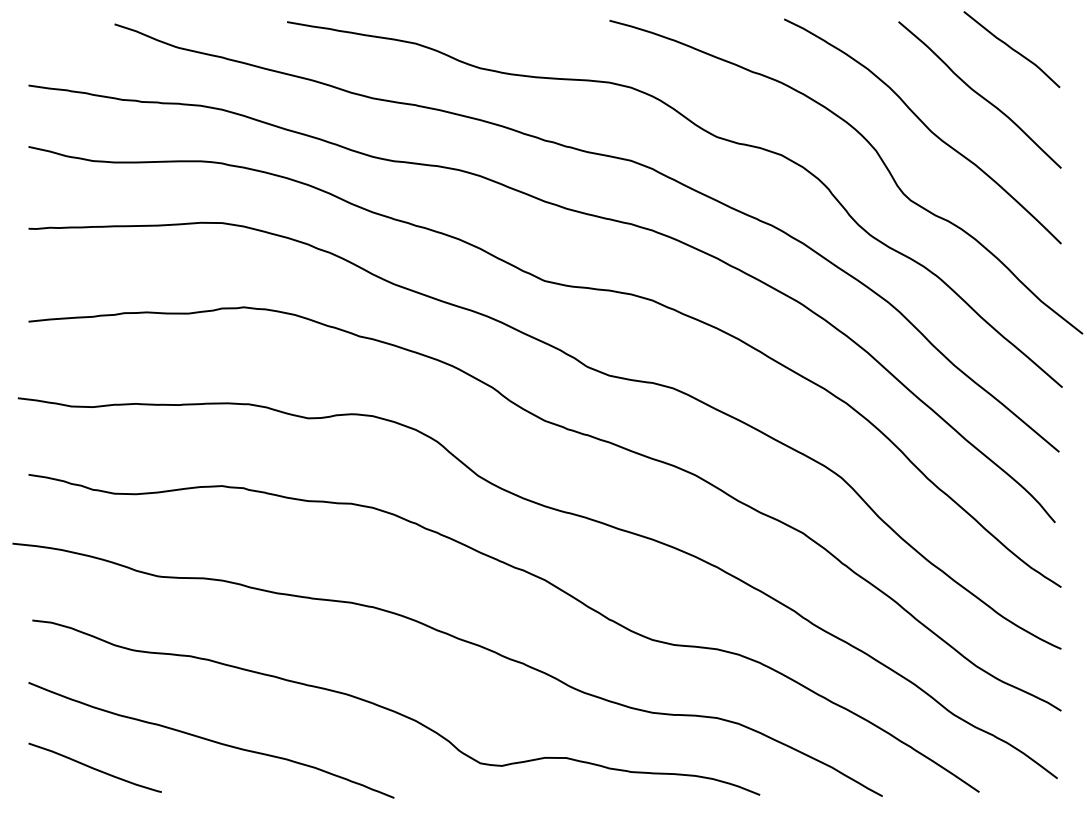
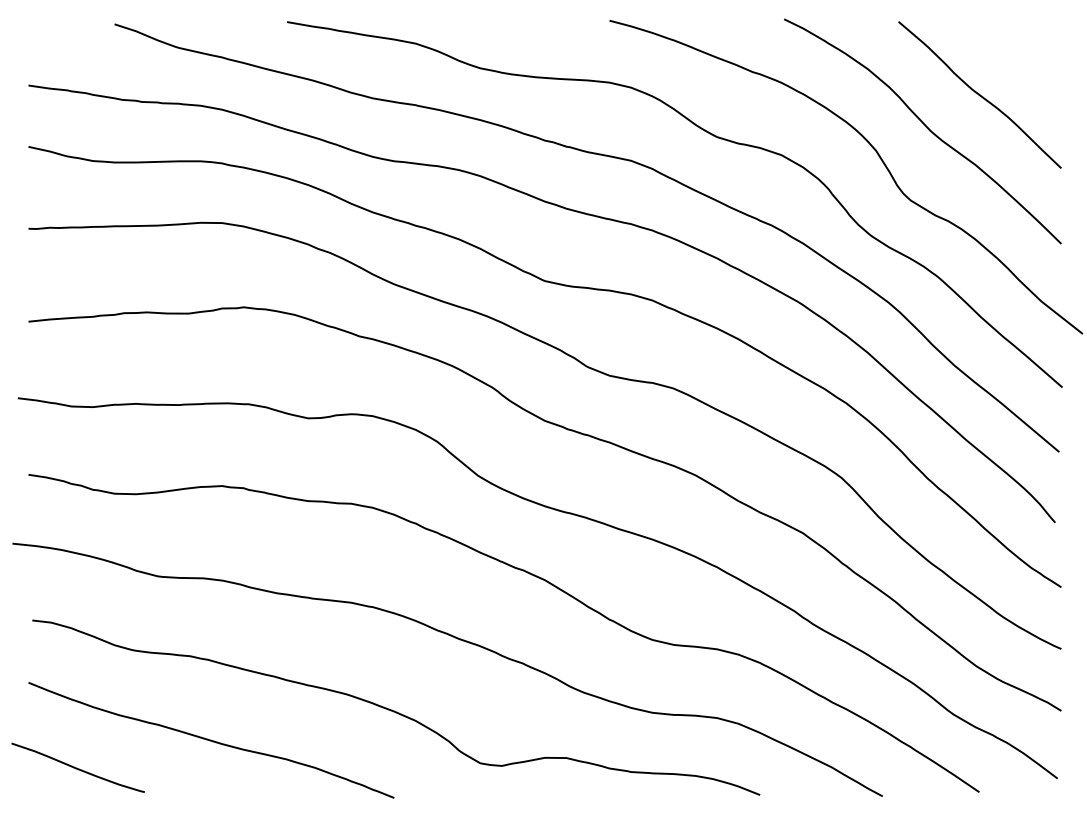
curve at (1011, 49): present -> none
curve at (94, 767) position: (94, 767) -> (77, 767)
